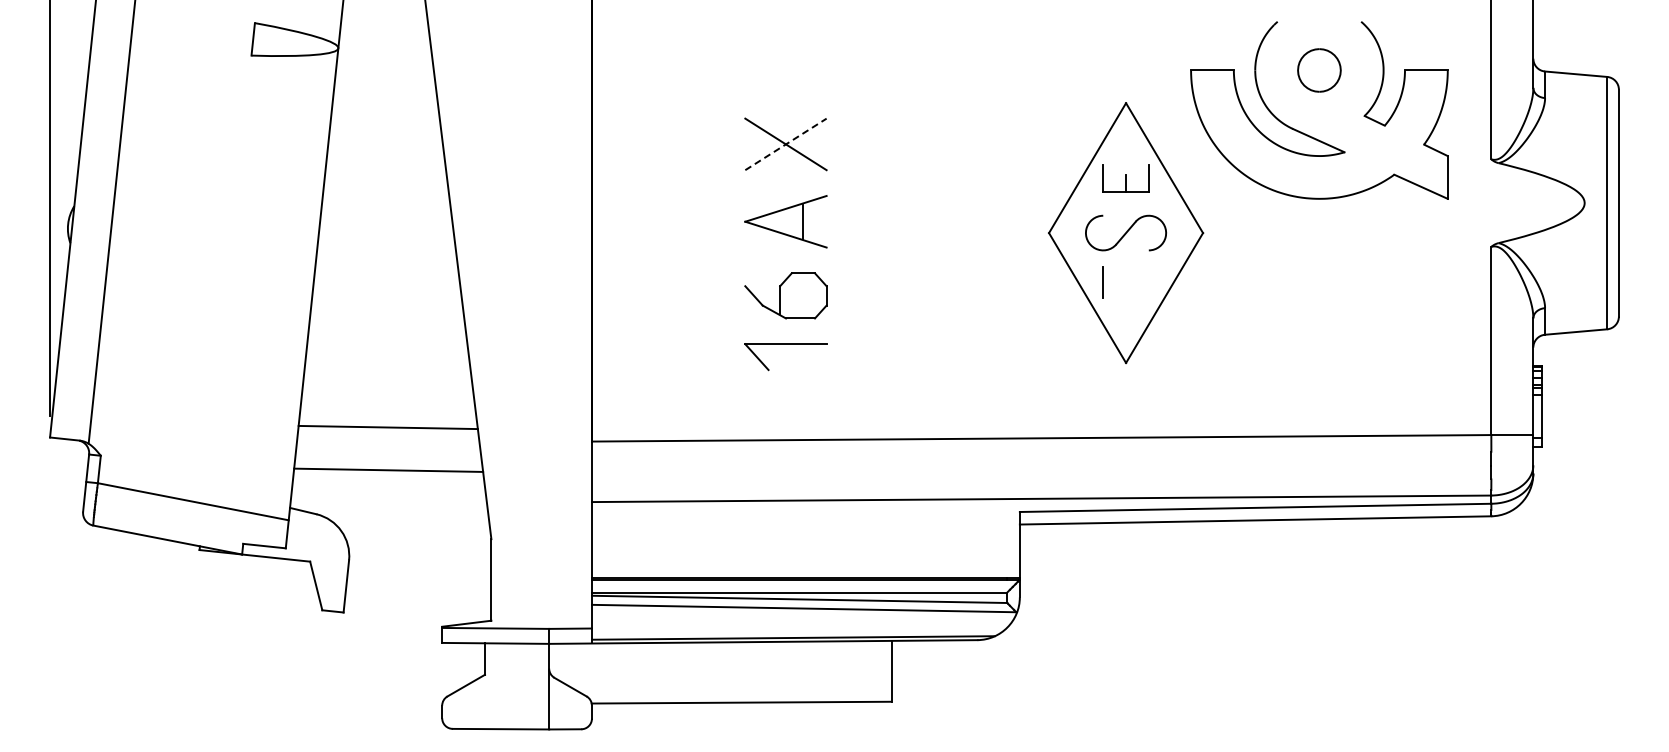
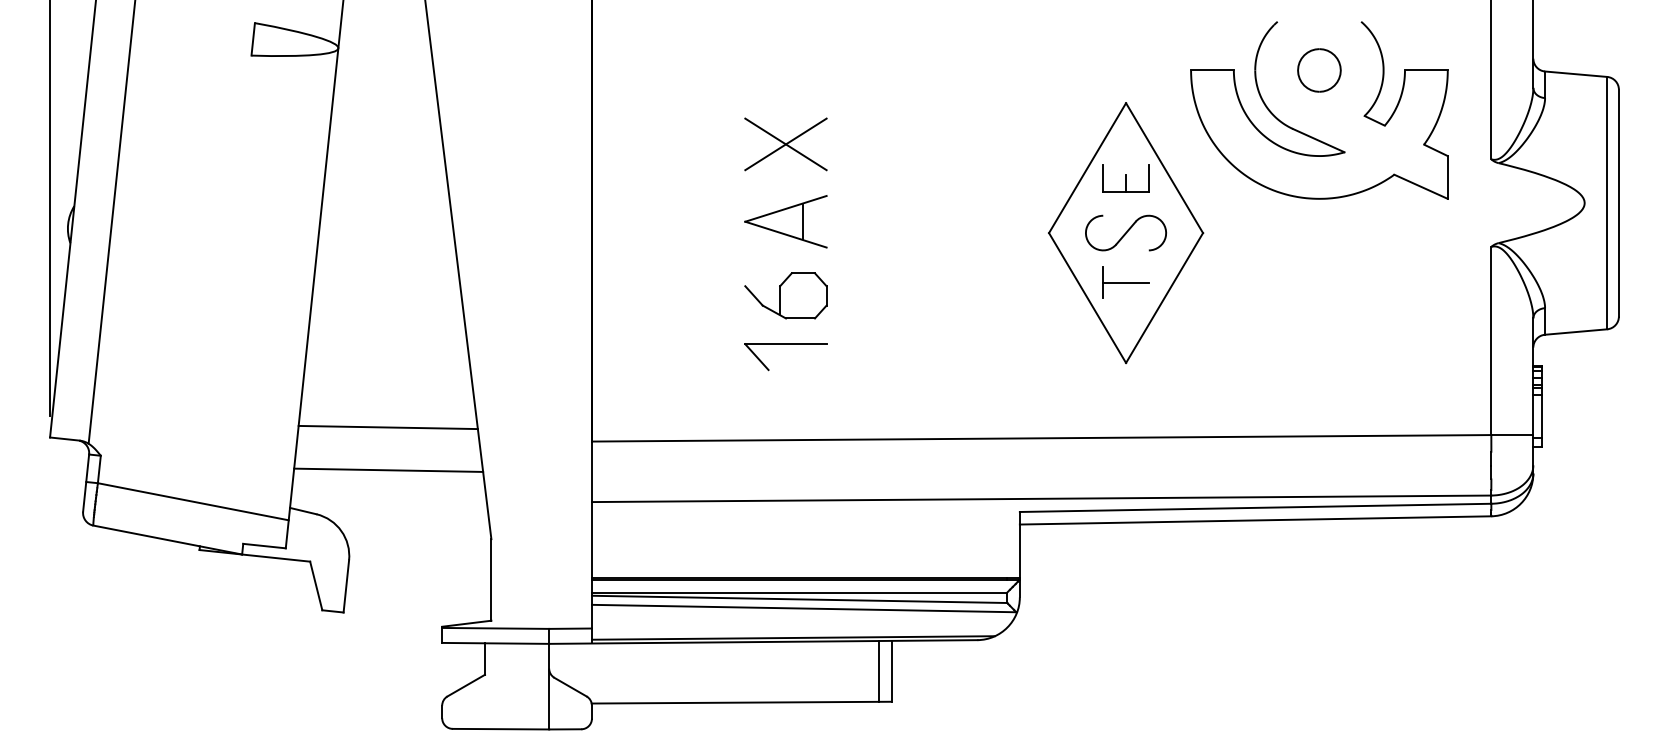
line at (786, 144): dashed -> solid
line at (1125, 282): none -> present
line at (878, 671): none -> present
